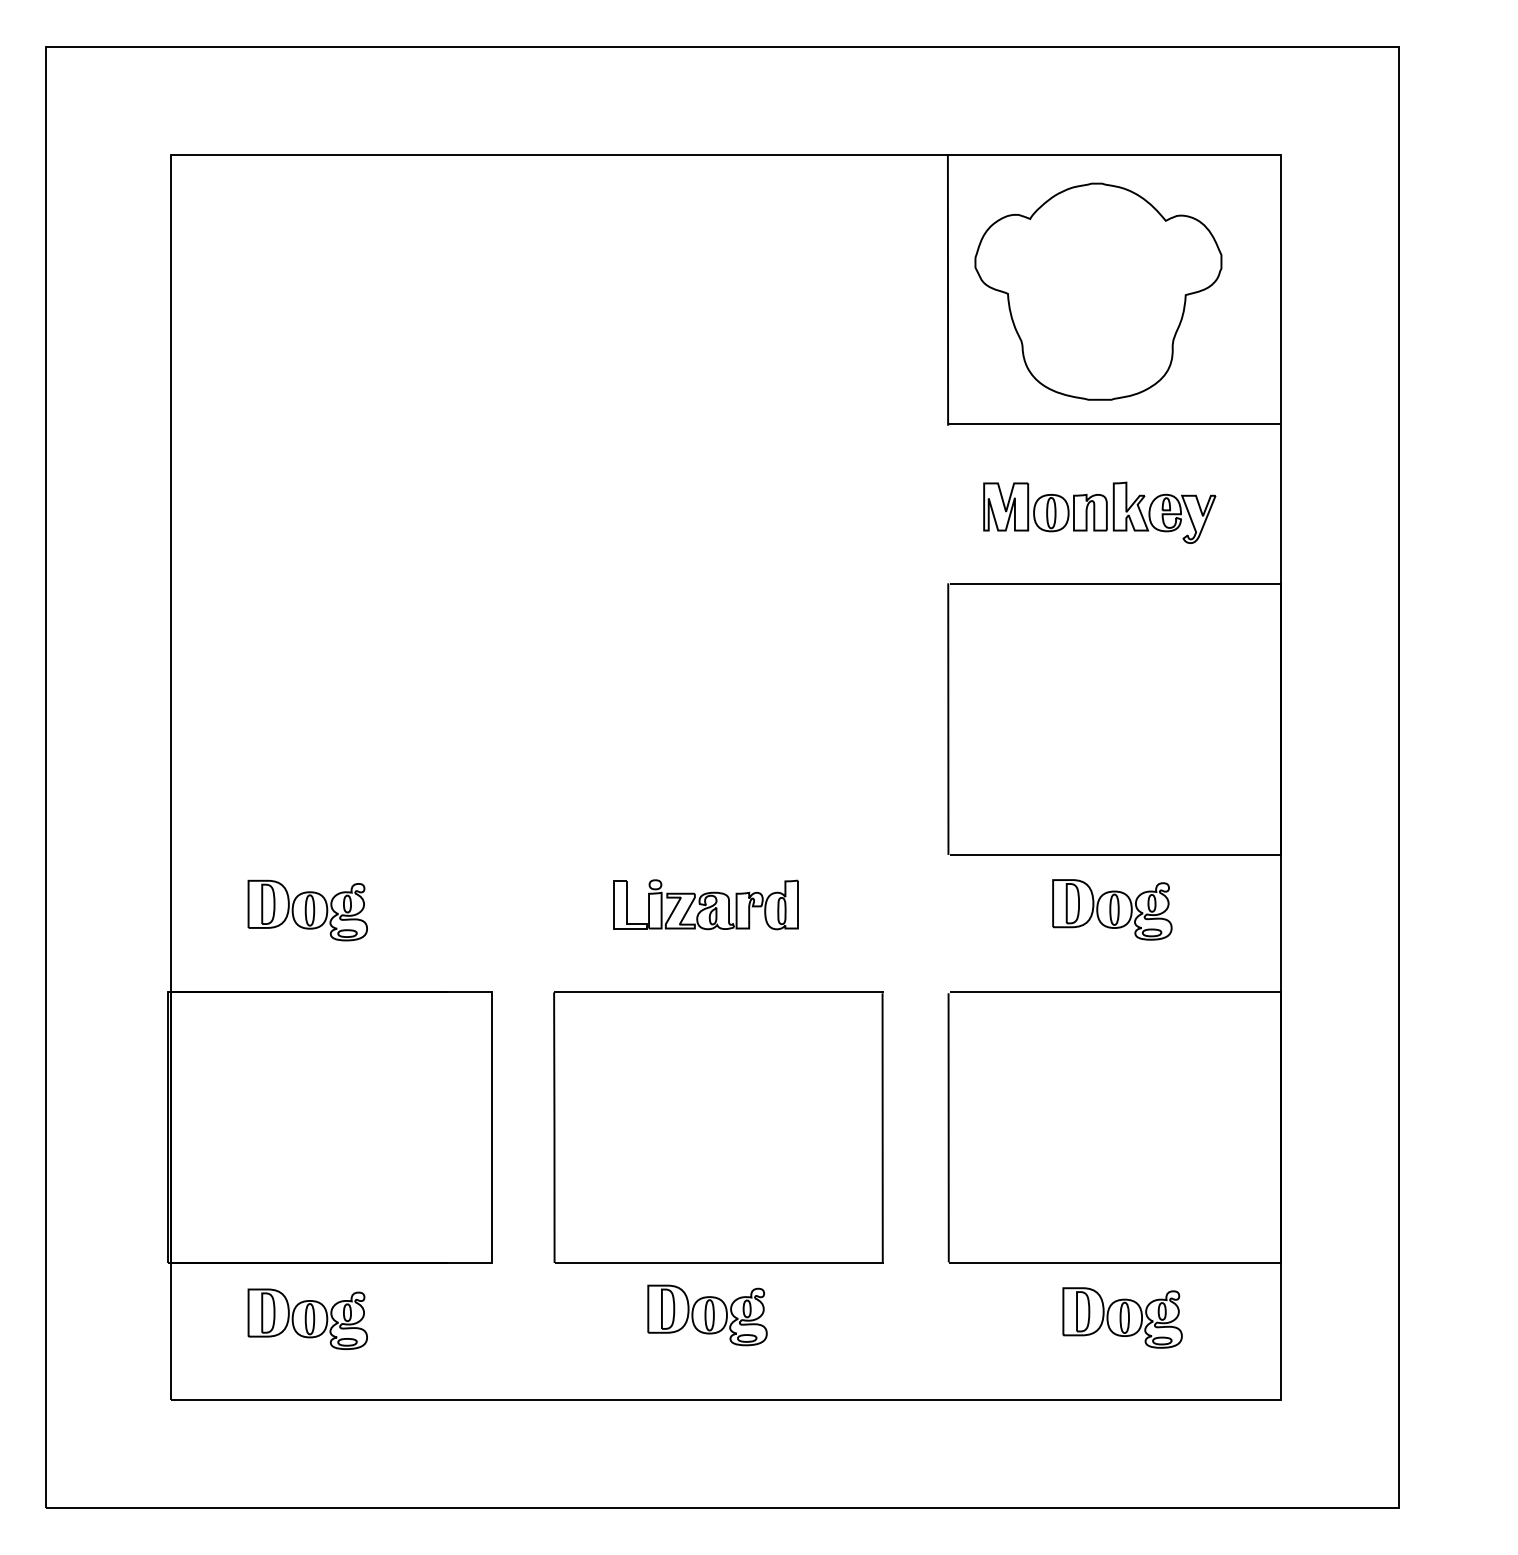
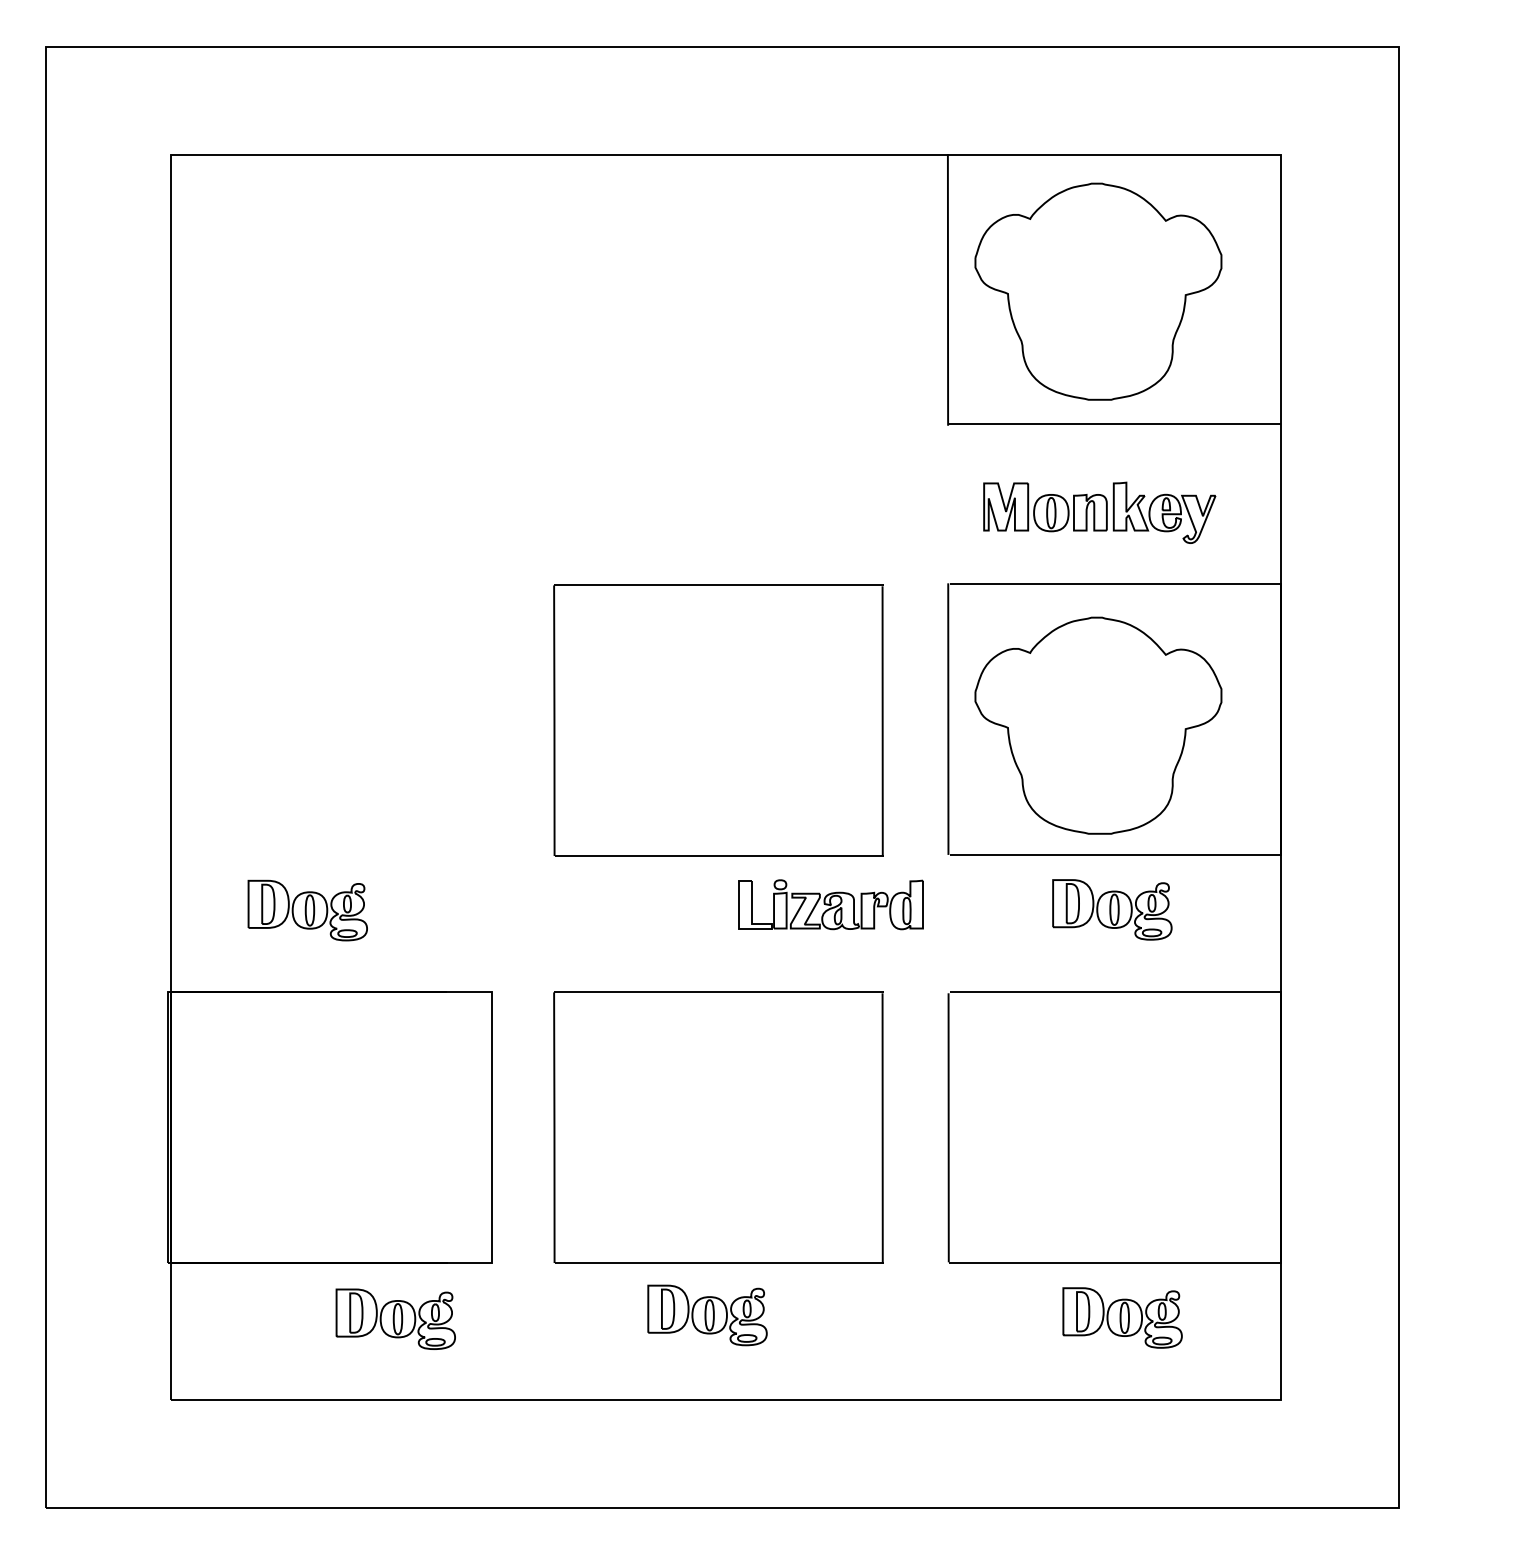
part at (718, 720): none -> present
part at (1098, 725): none -> present
part at (705, 904) position: (705, 904) -> (830, 904)
part at (307, 1318) position: (307, 1318) -> (395, 1318)
